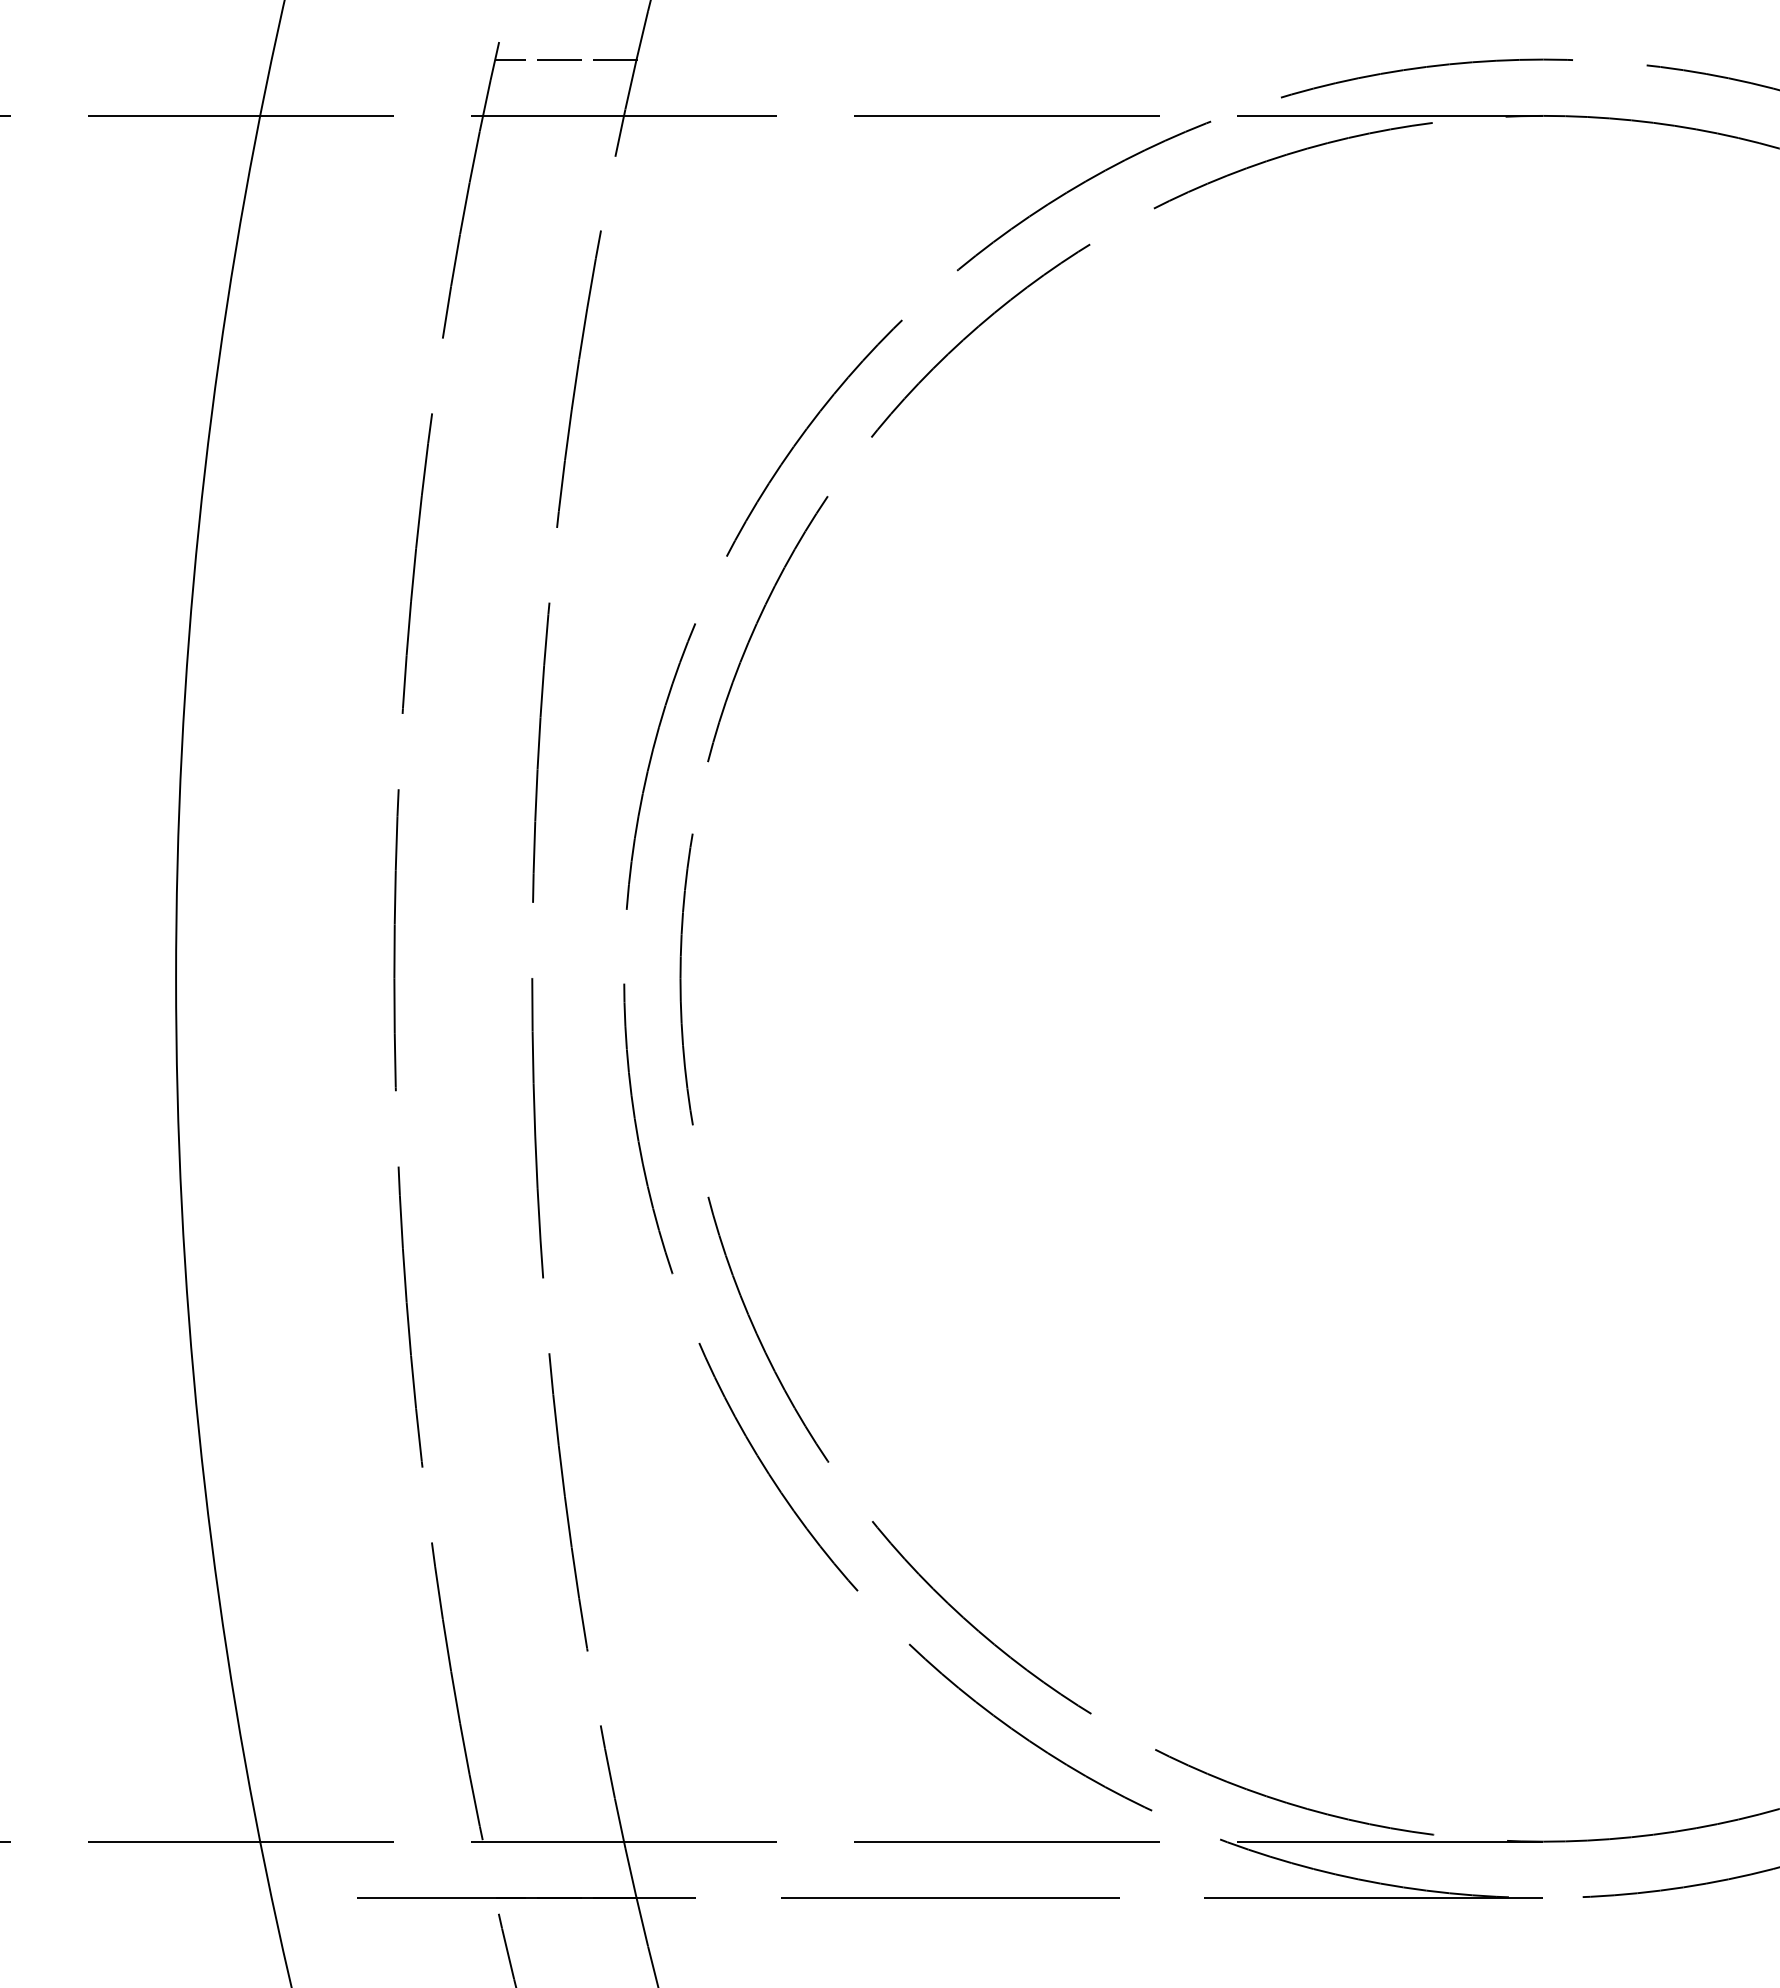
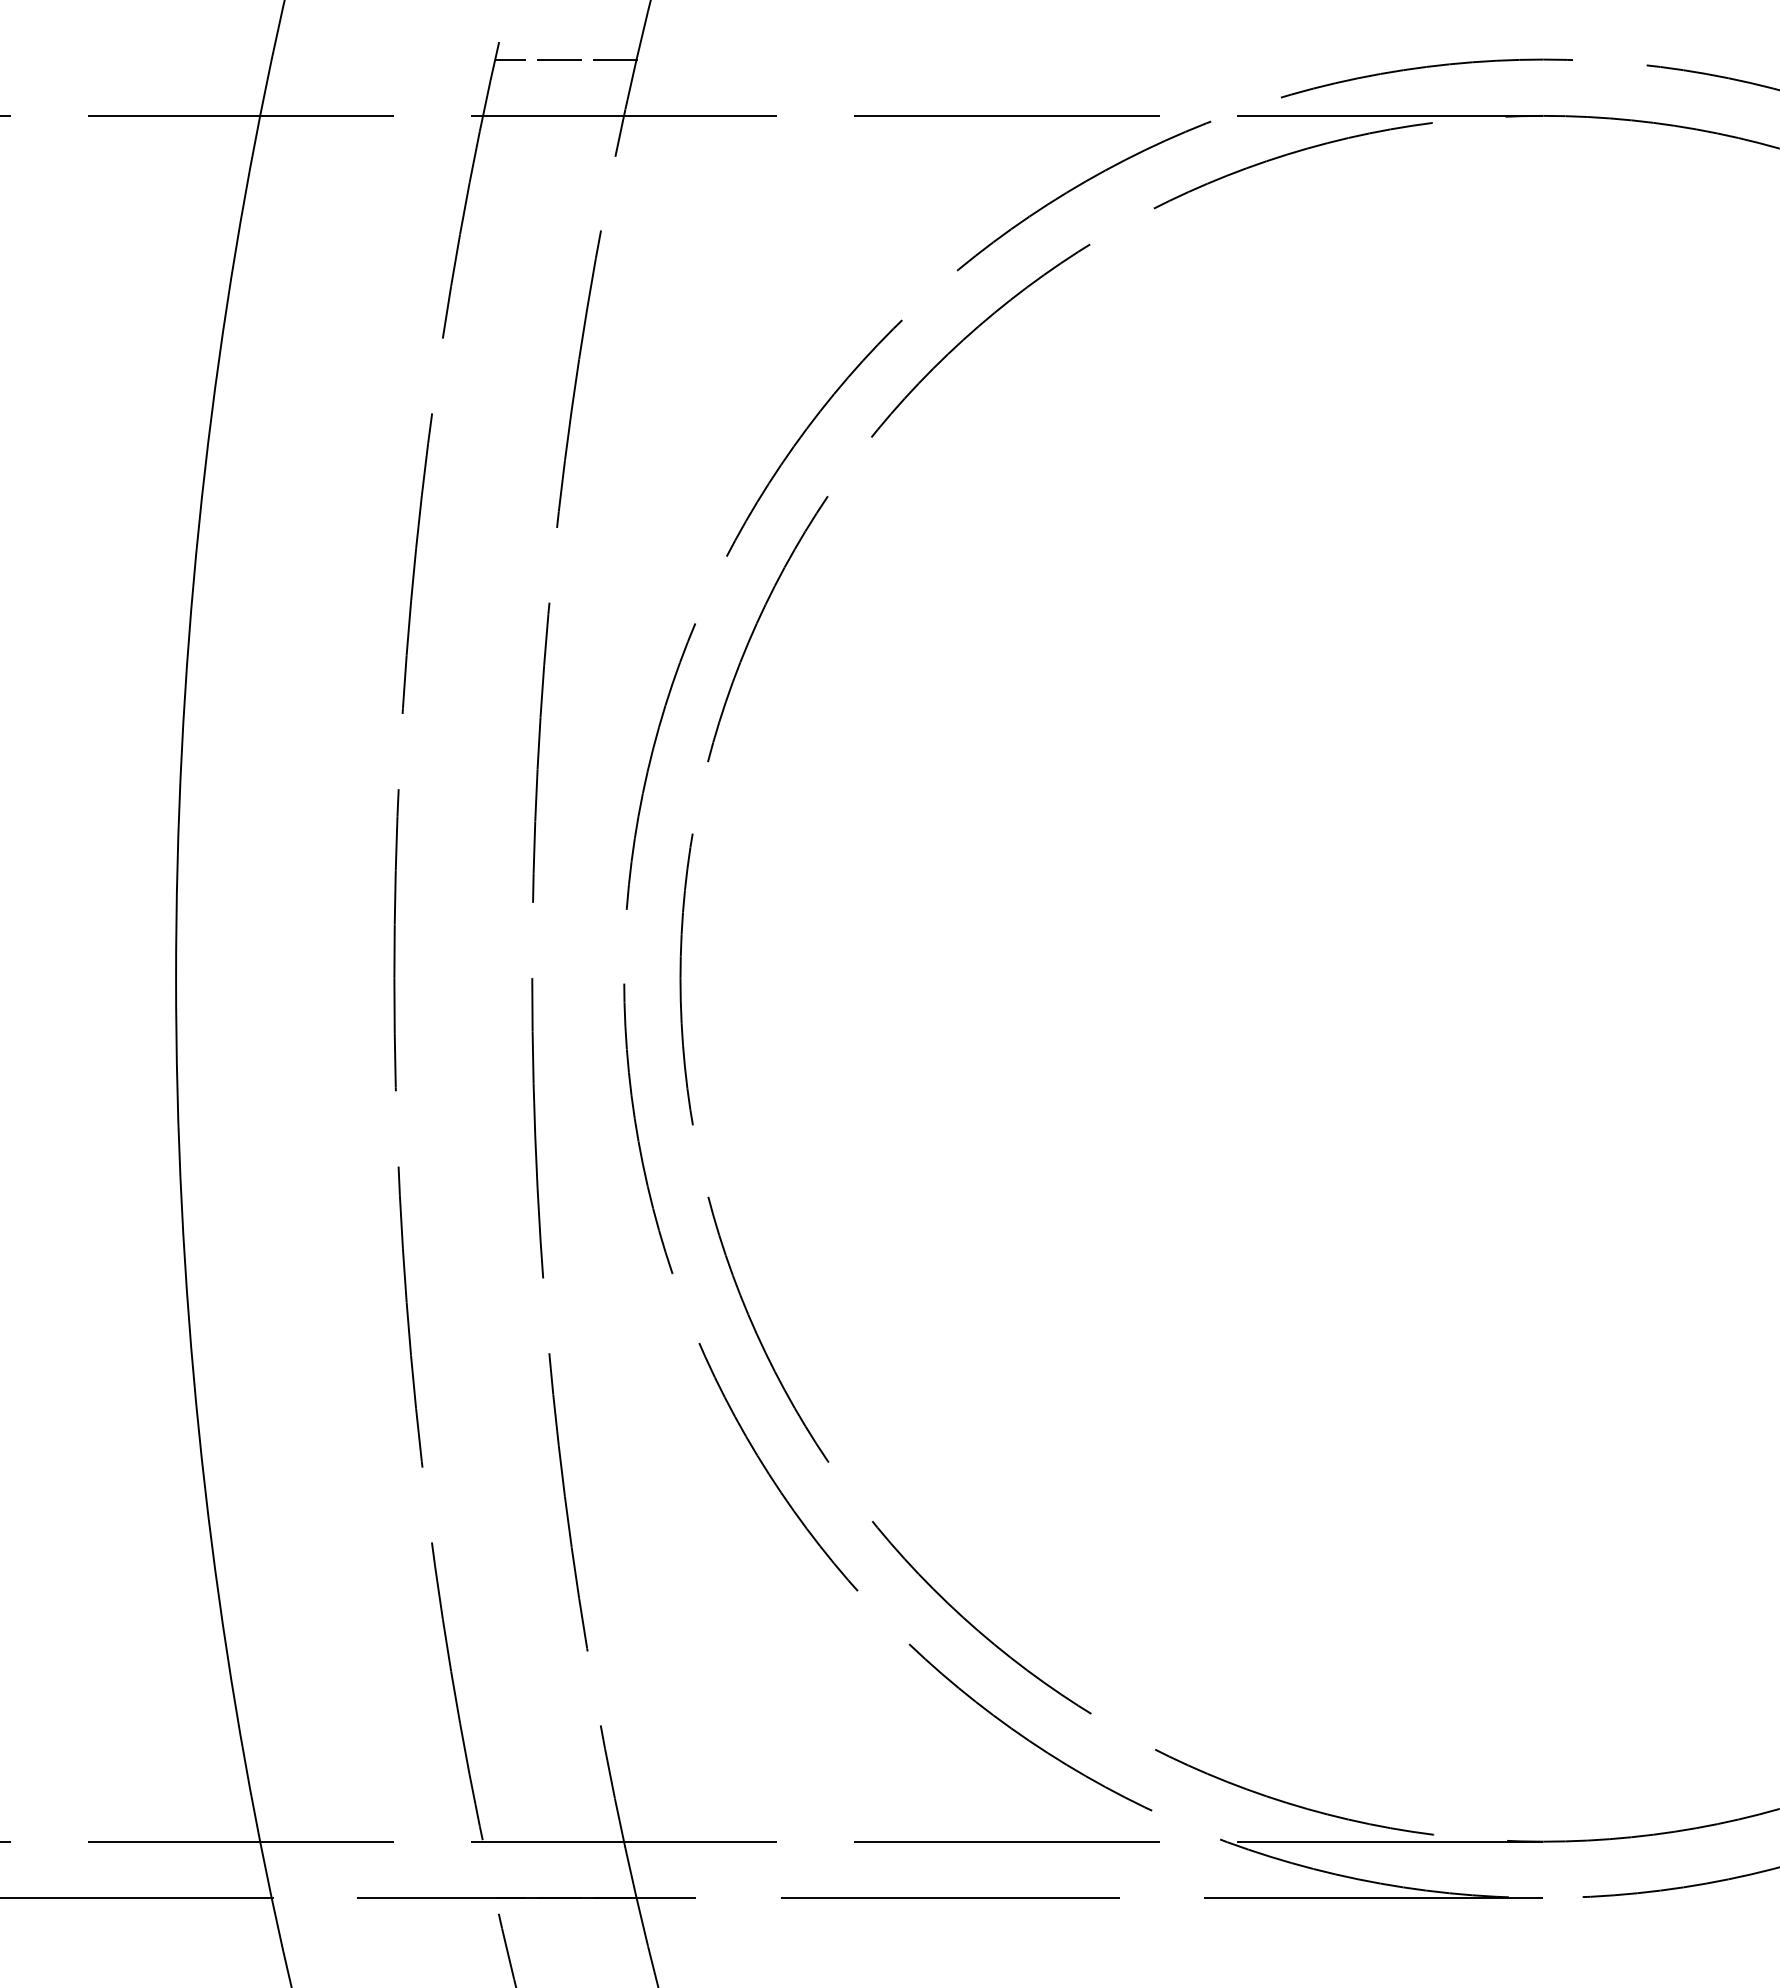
line at (137, 1897): none -> present
